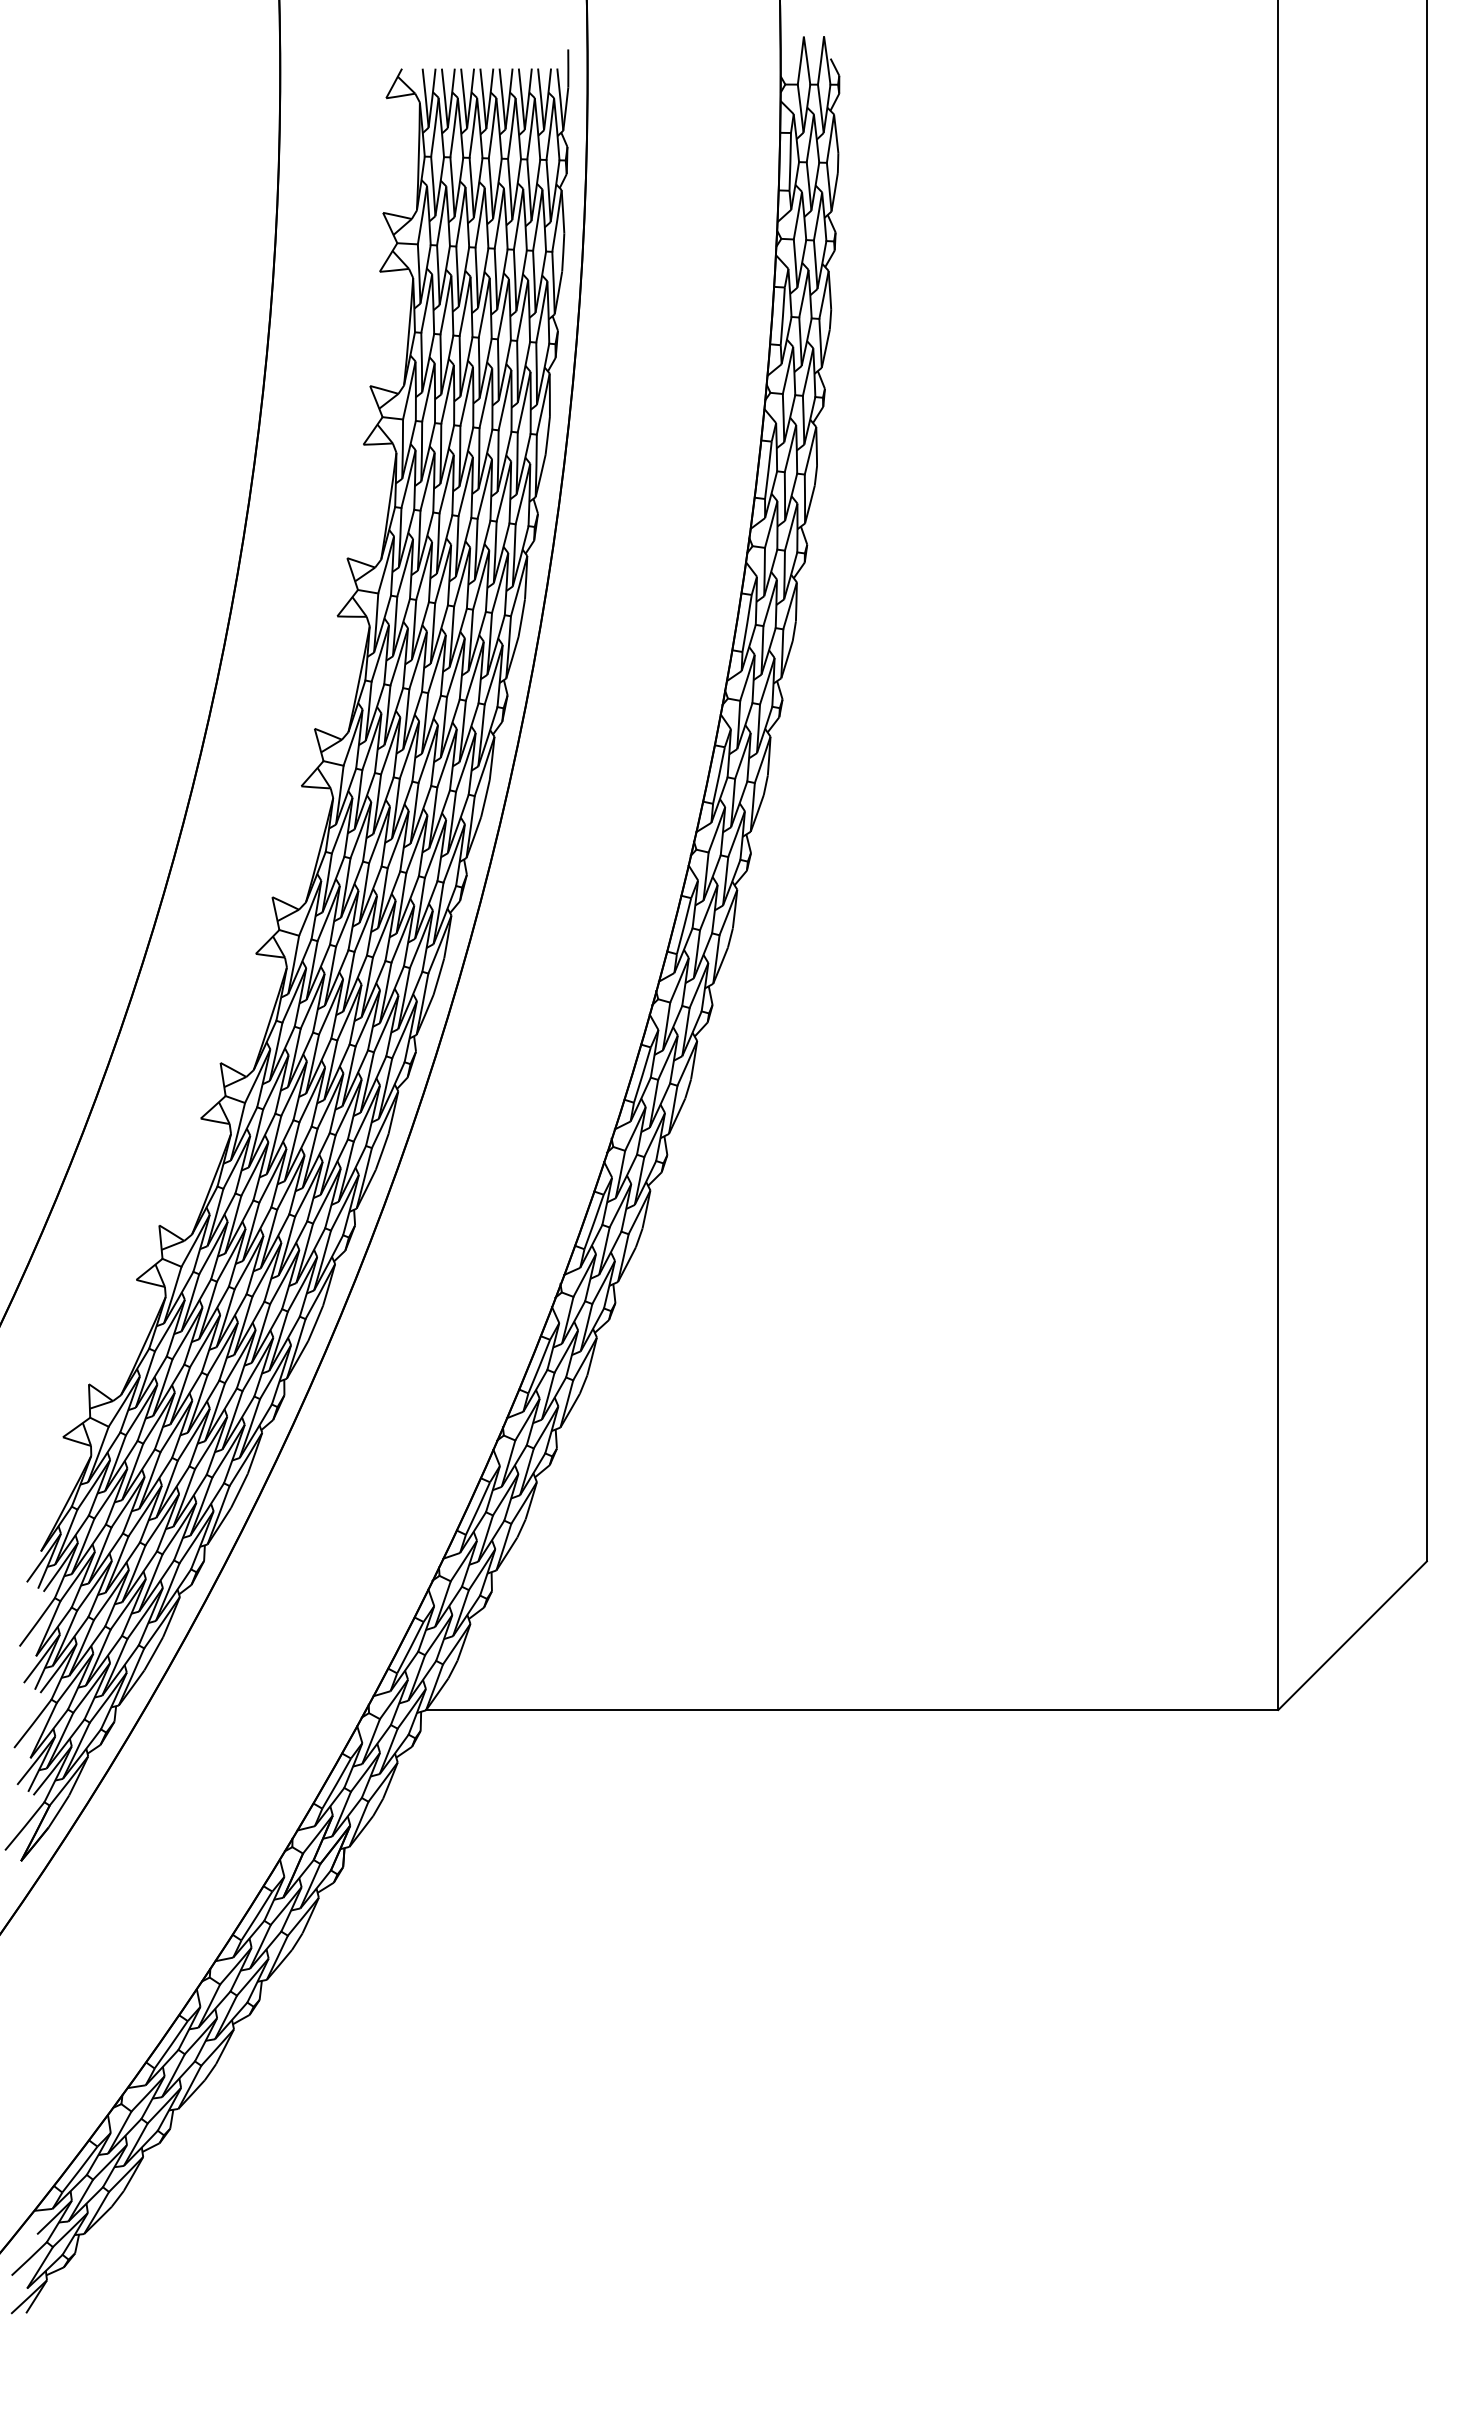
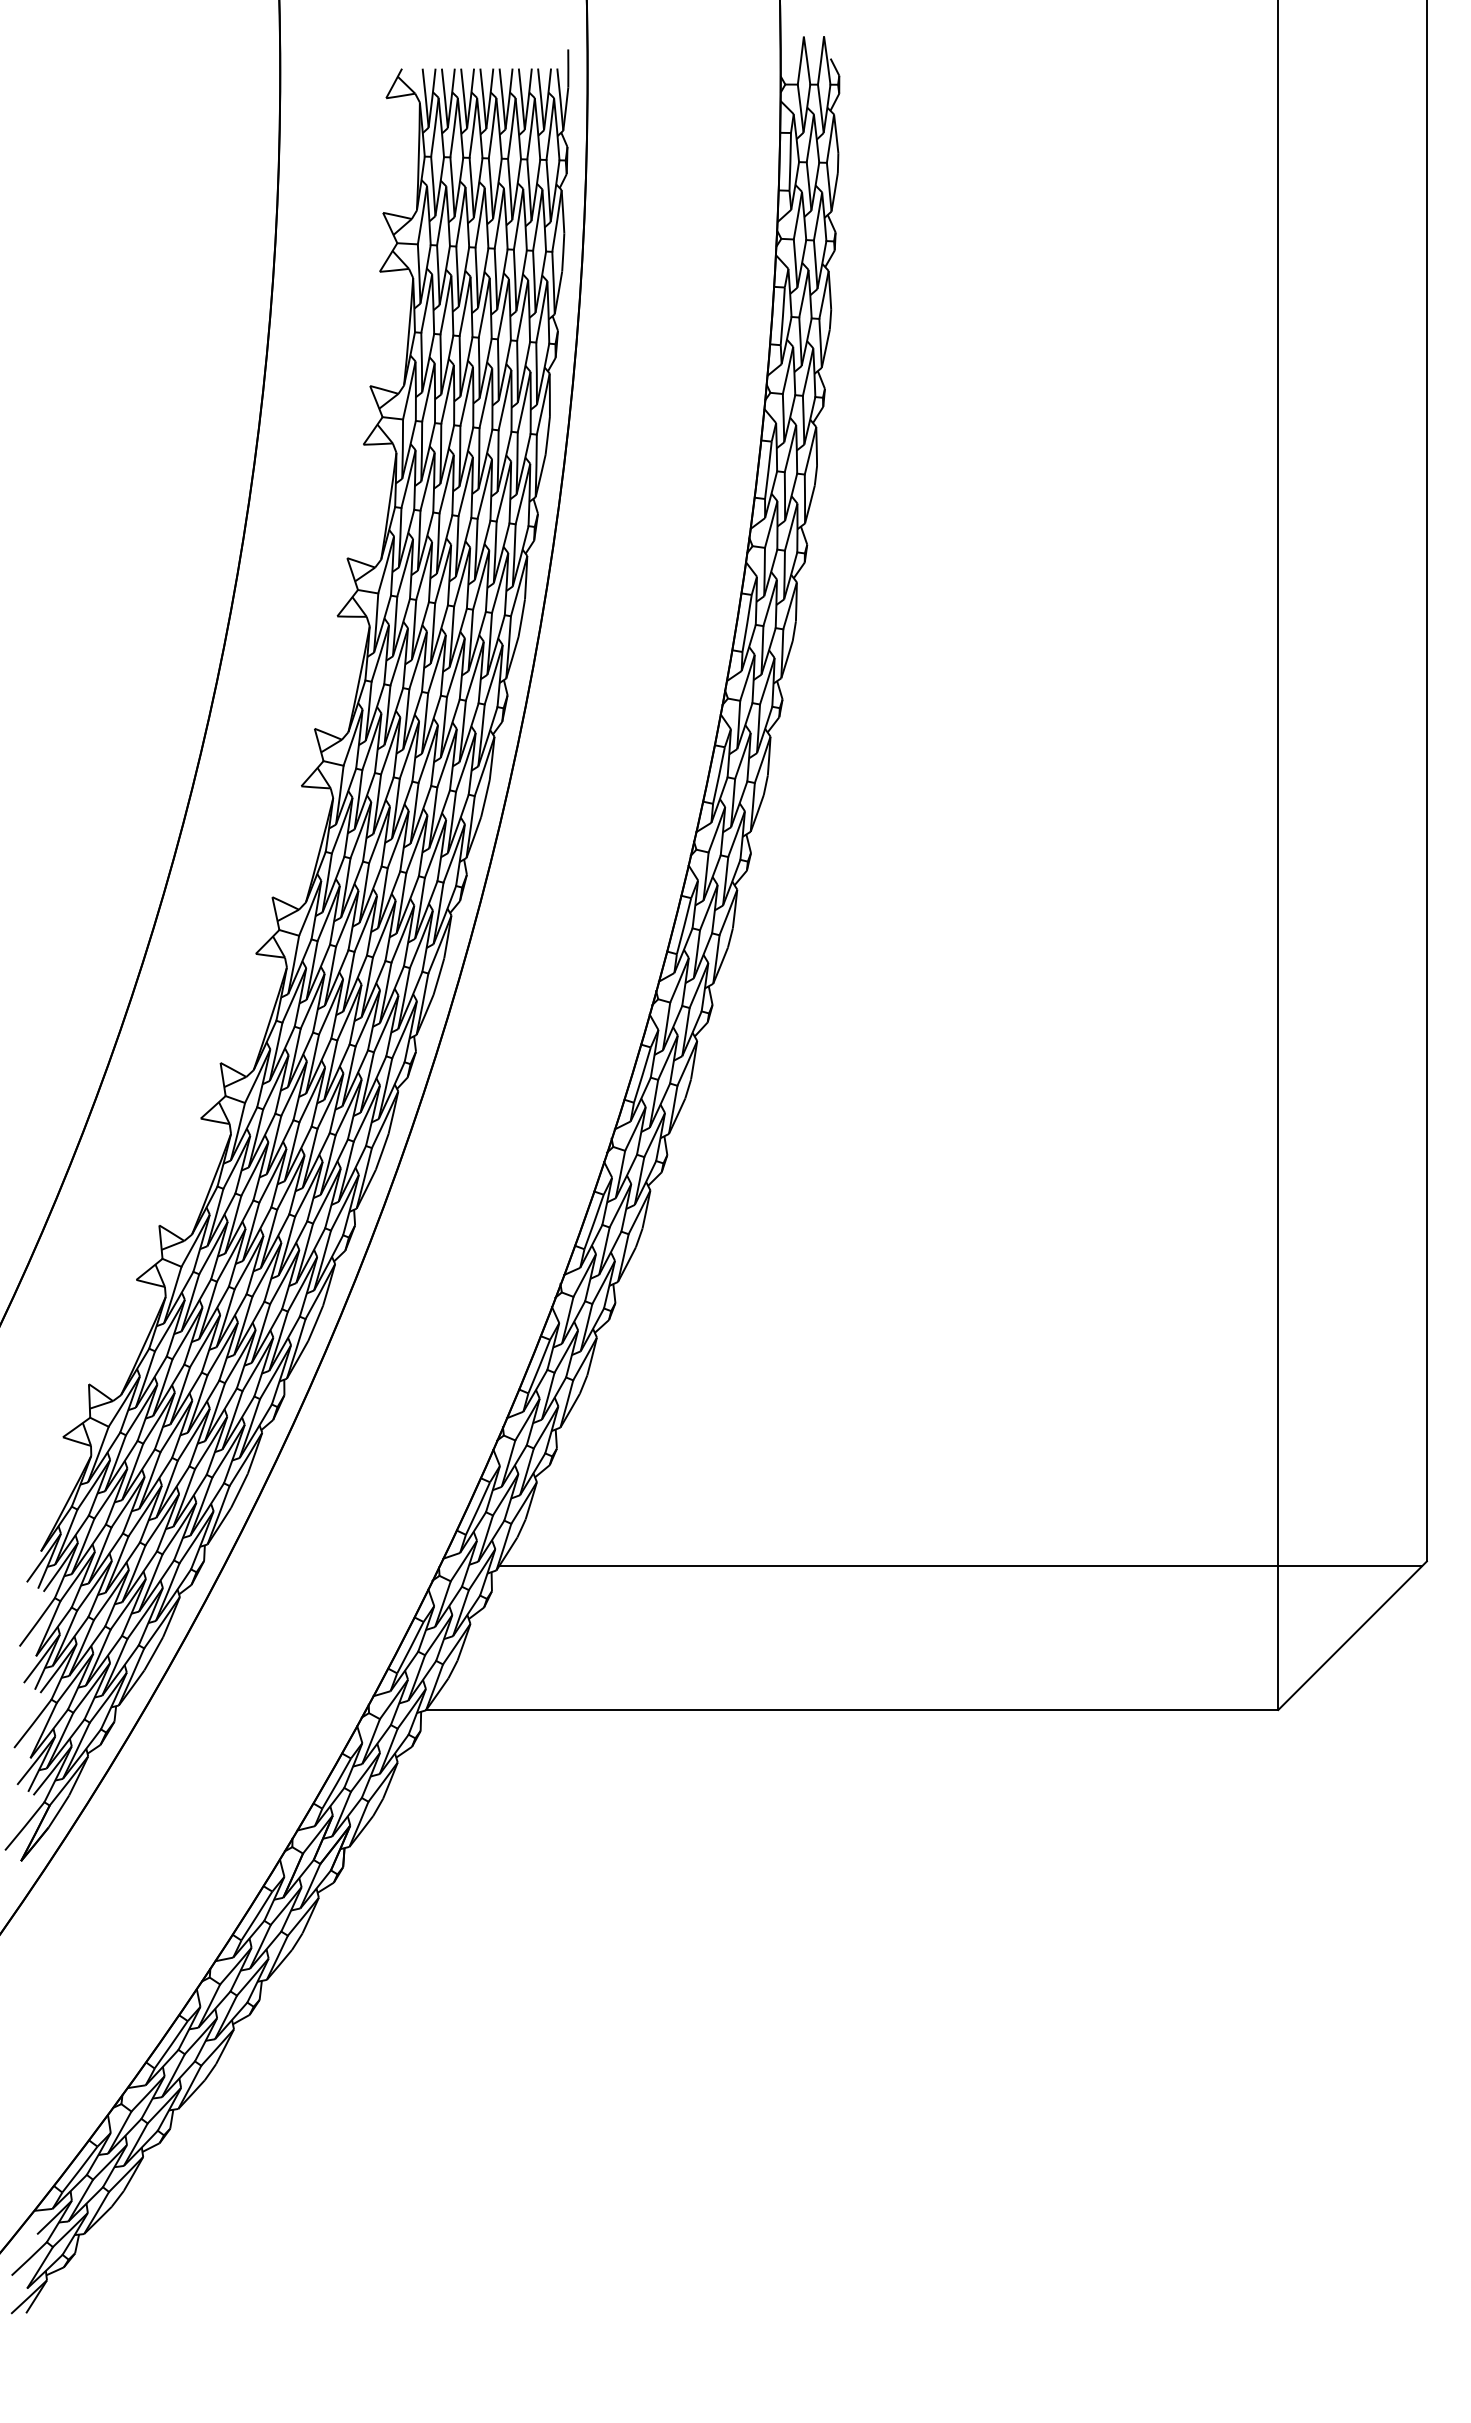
line at (960, 1566): none -> present
